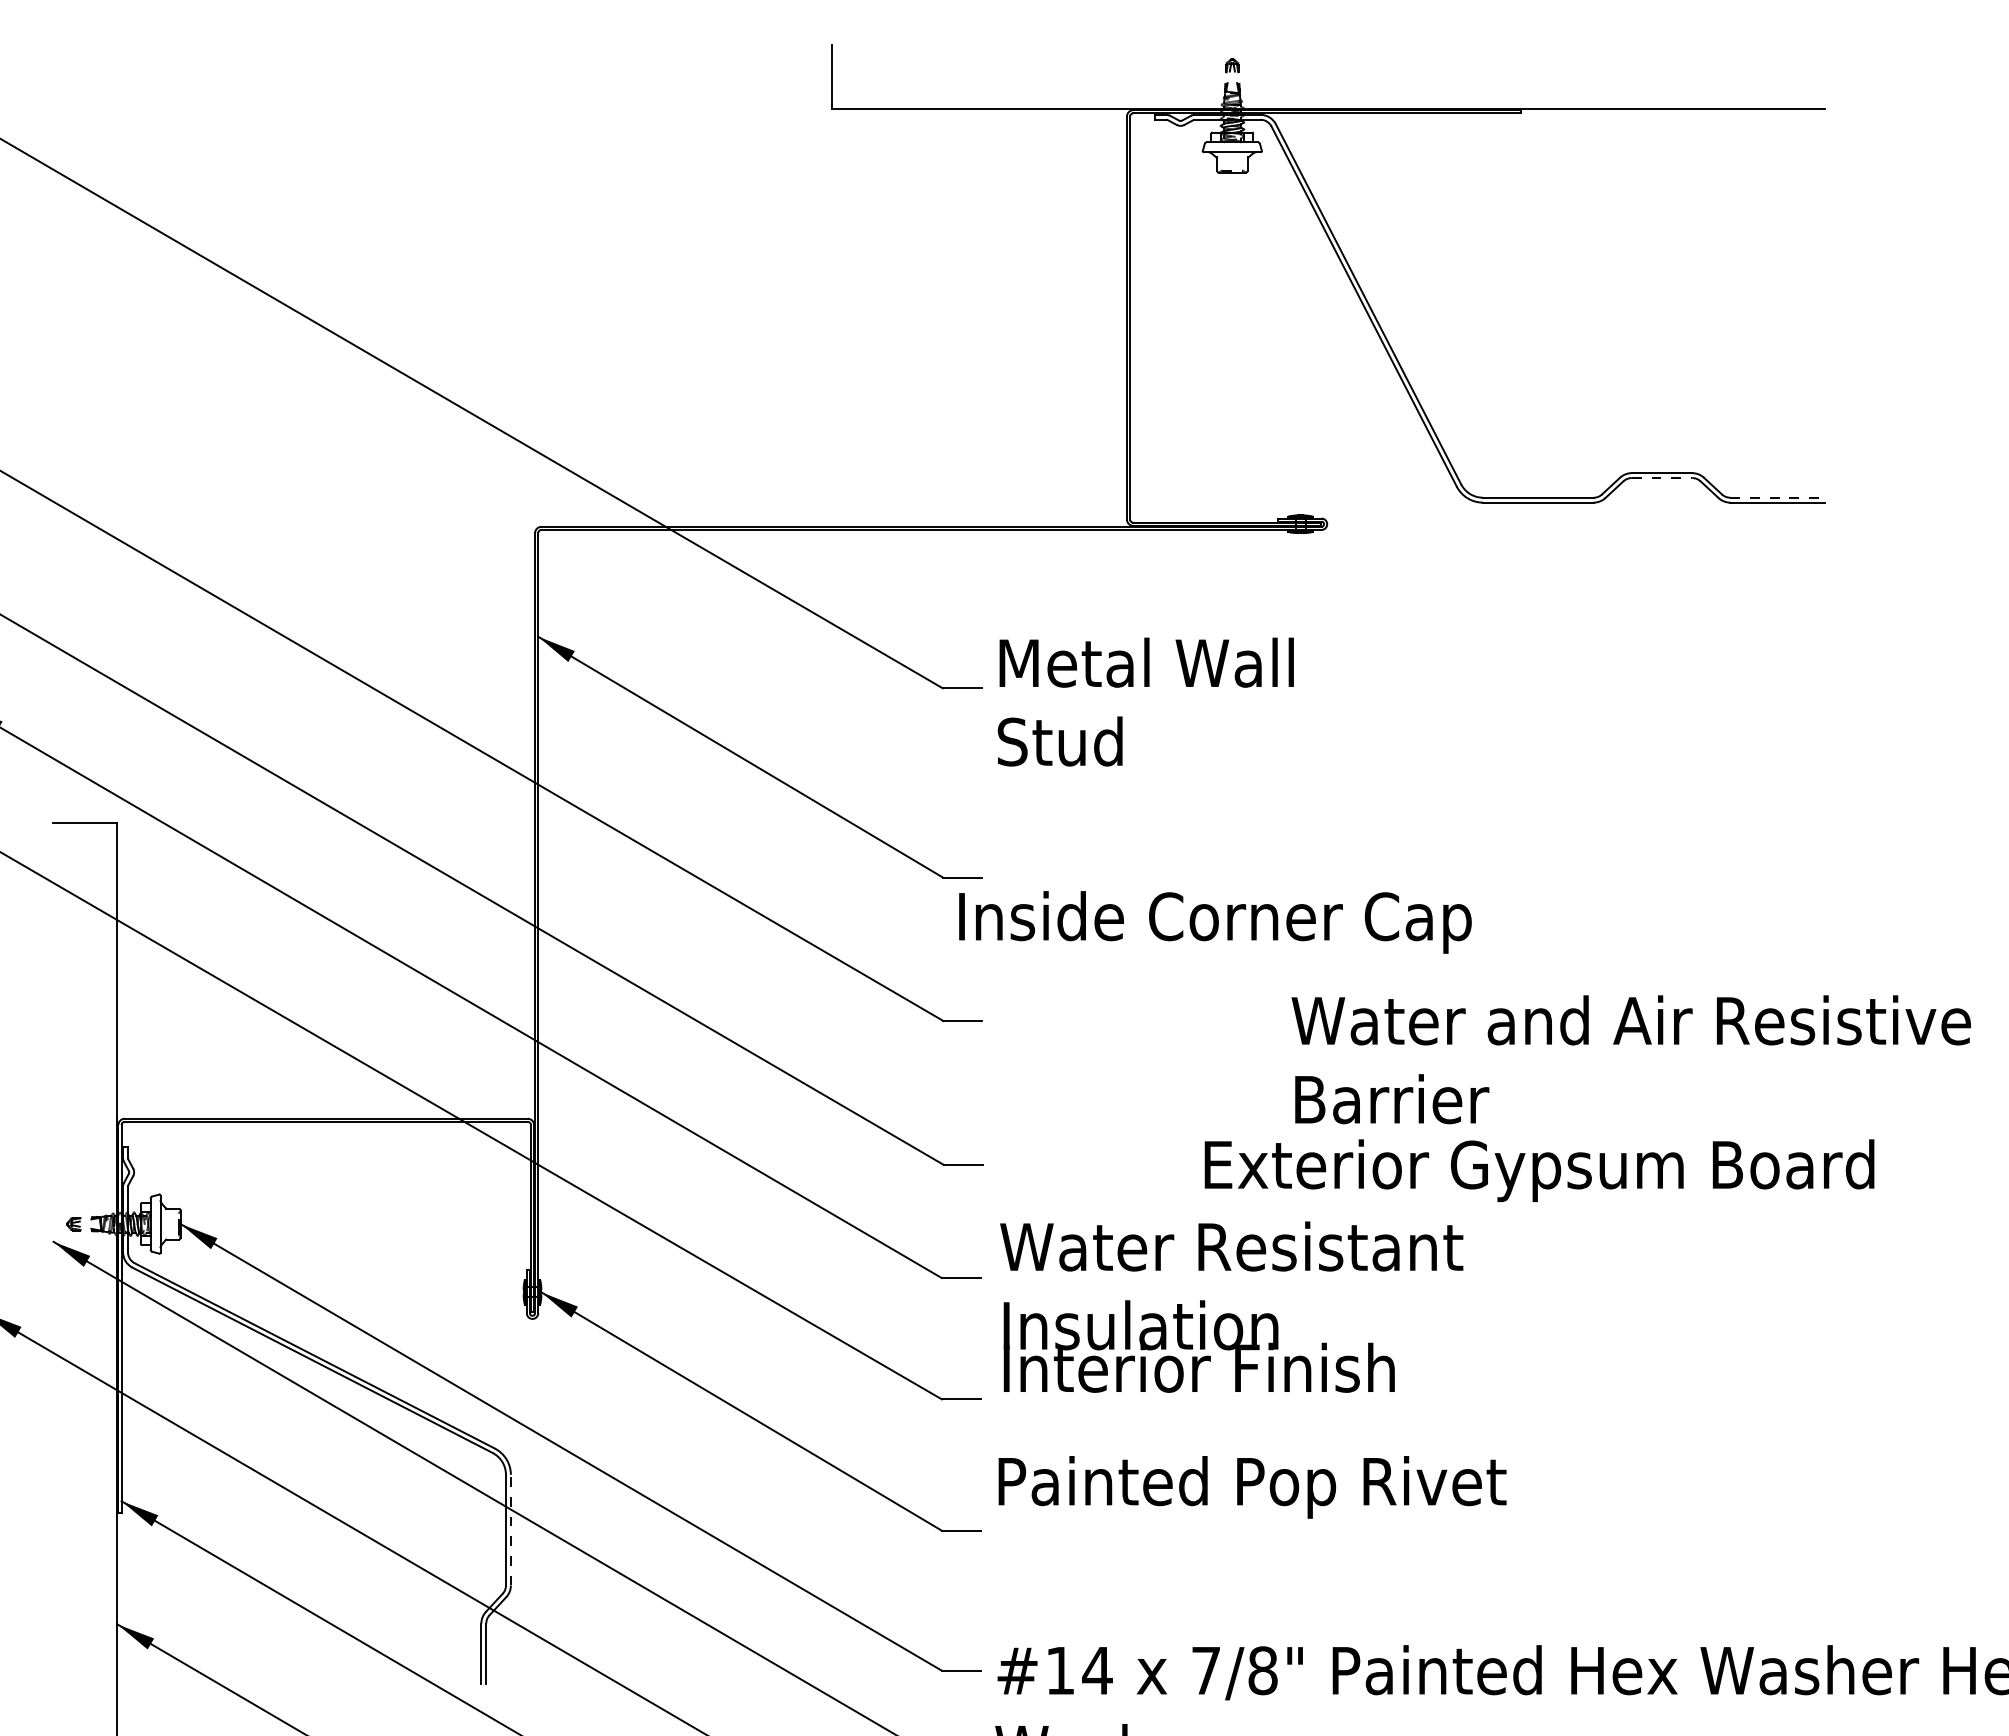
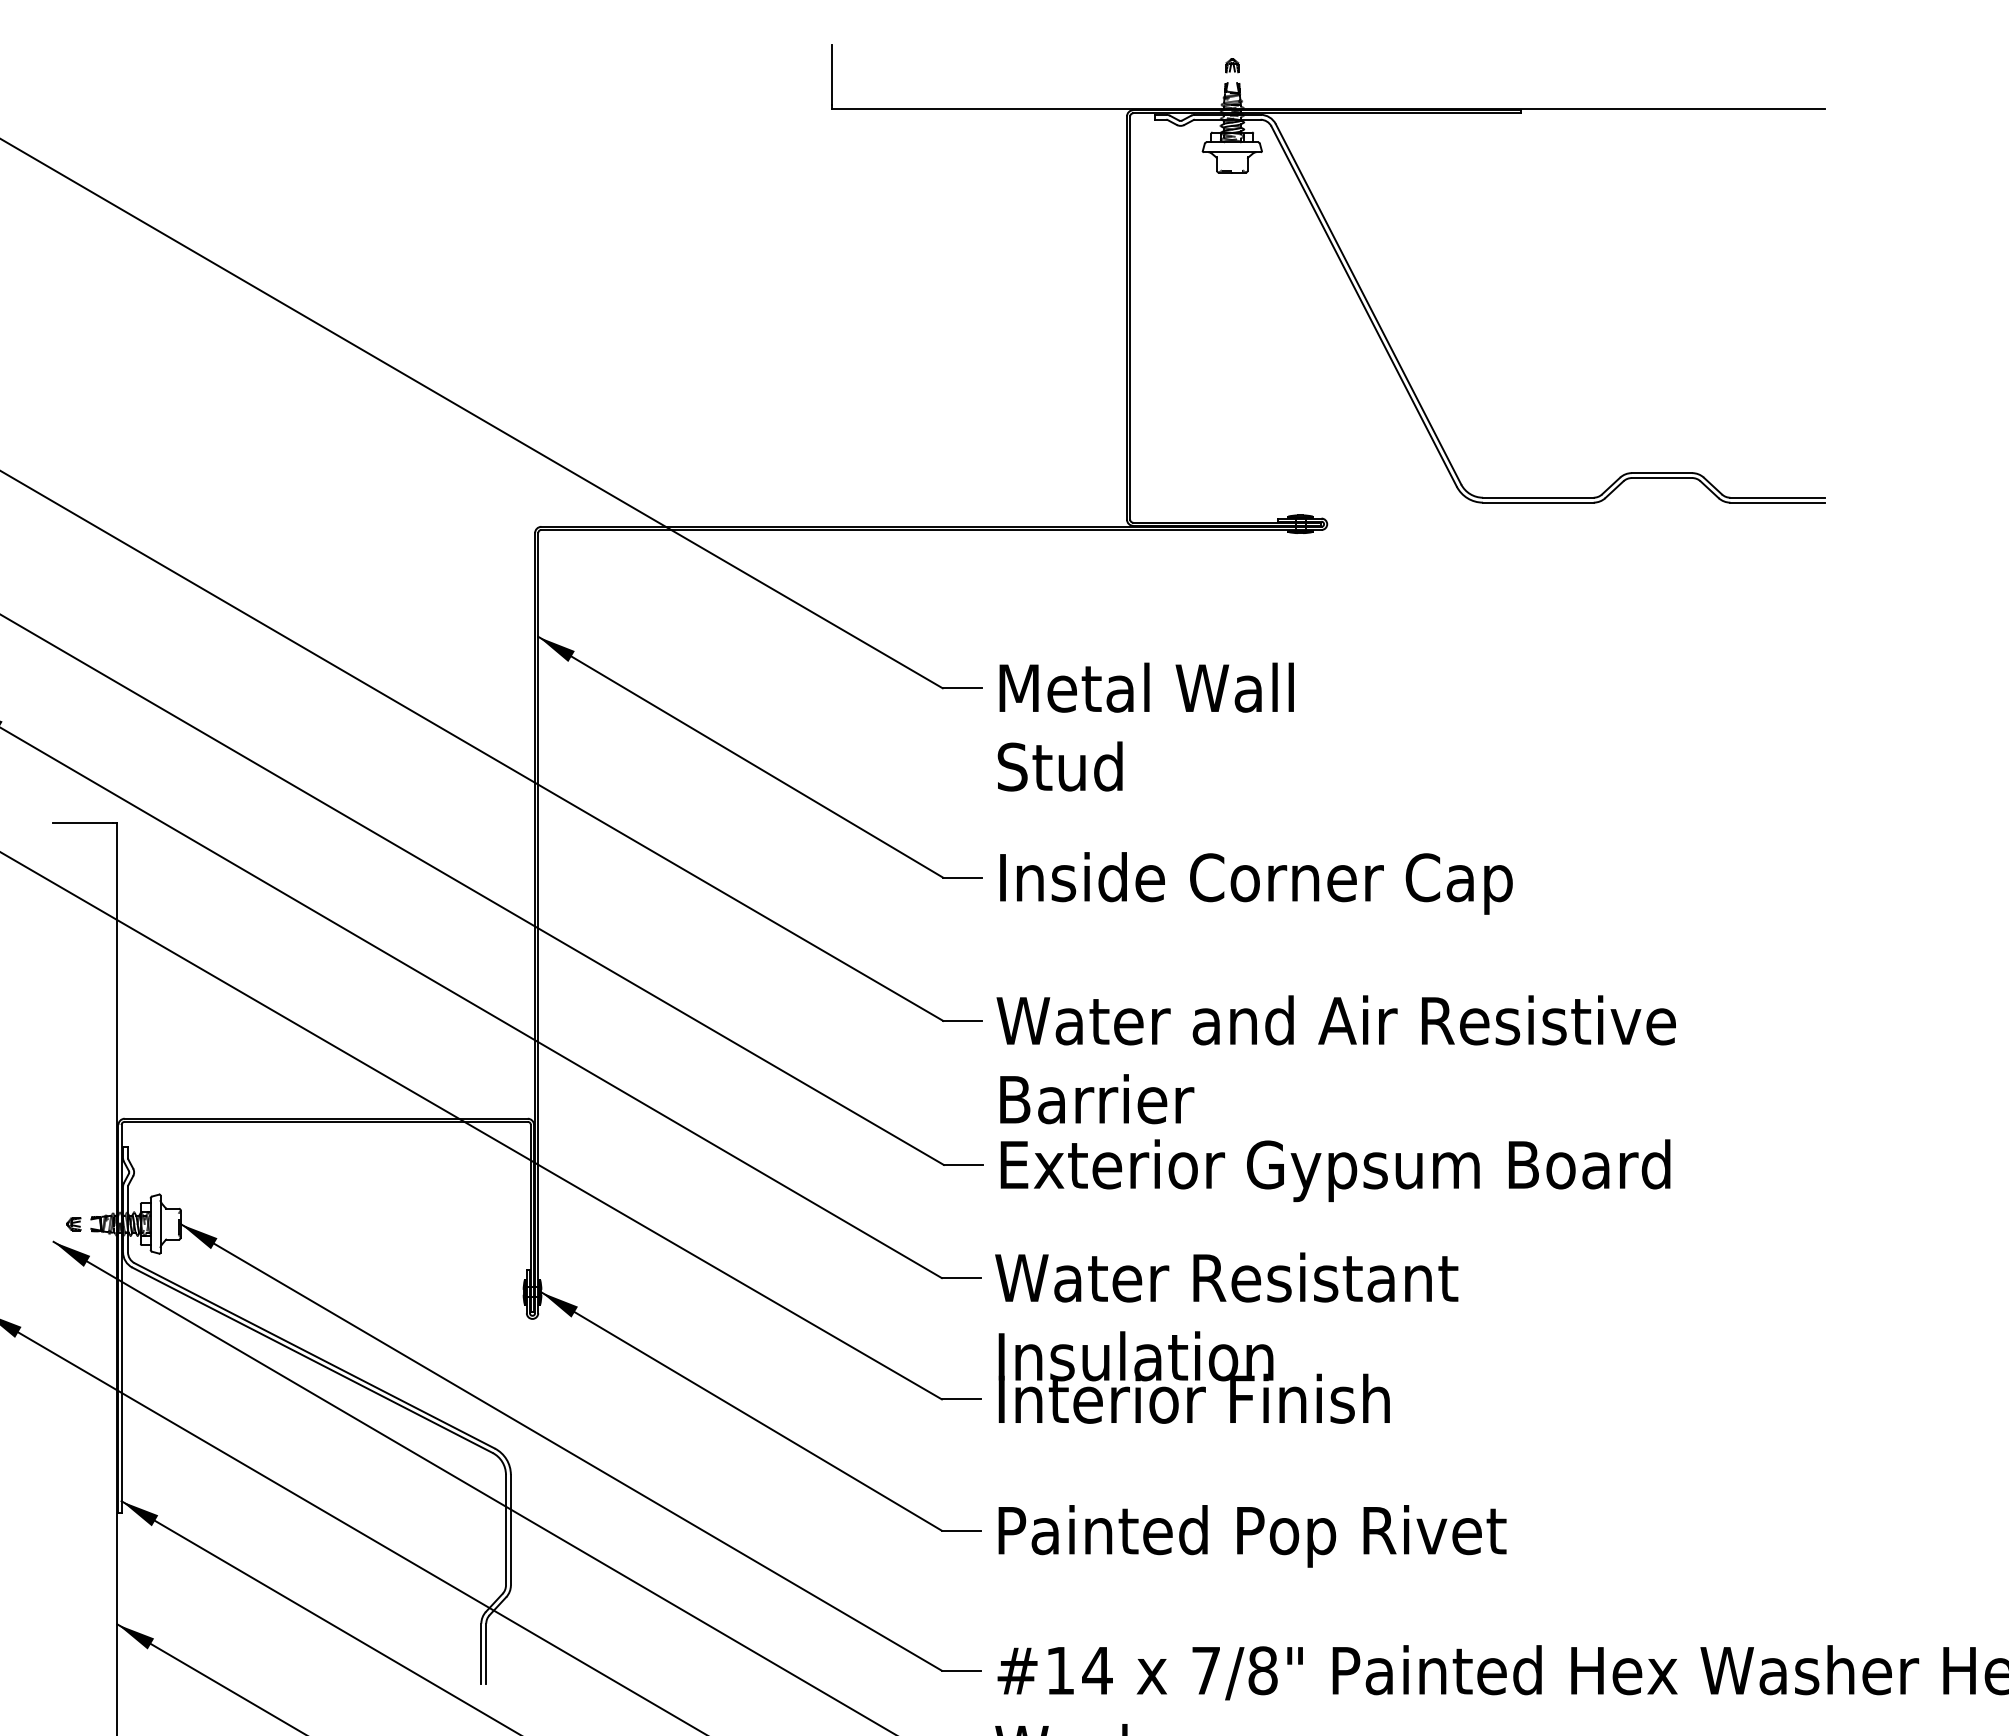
line at (1662, 478): dashed -> solid
line at (1778, 497): dashed -> solid
text at (1145, 701) position: (1145, 701) -> (1145, 726)
text at (1215, 922) position: (1215, 922) -> (1256, 883)
text at (1630, 1059) position: (1630, 1059) -> (1335, 1059)
text at (1539, 1170) position: (1539, 1170) -> (1335, 1170)
text at (1231, 1306) position: (1231, 1306) -> (1226, 1337)
text at (1252, 1487) position: (1252, 1487) -> (1252, 1536)
line at (510, 1529): dashed -> solid
